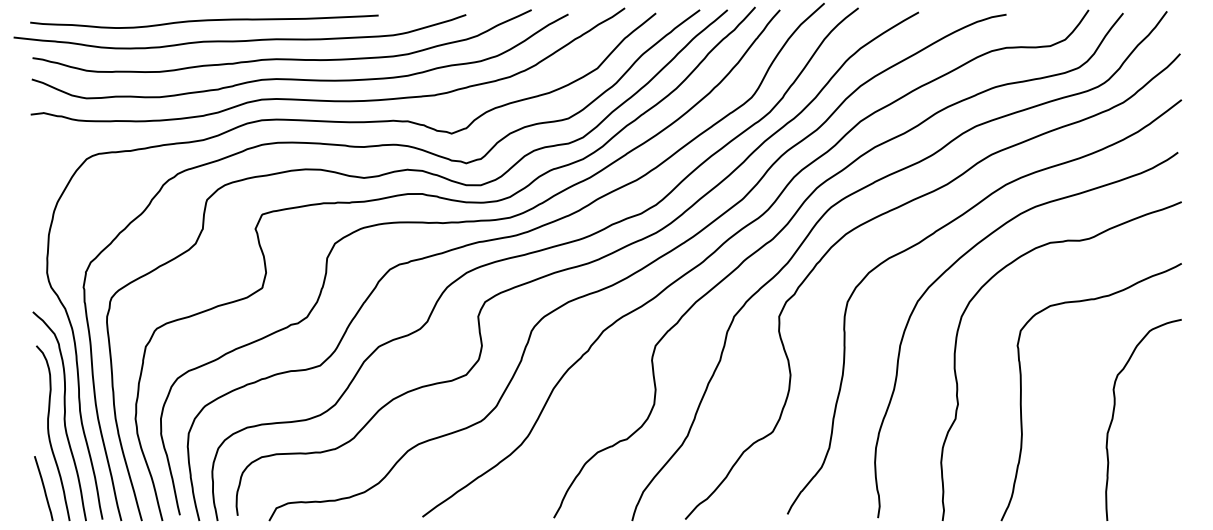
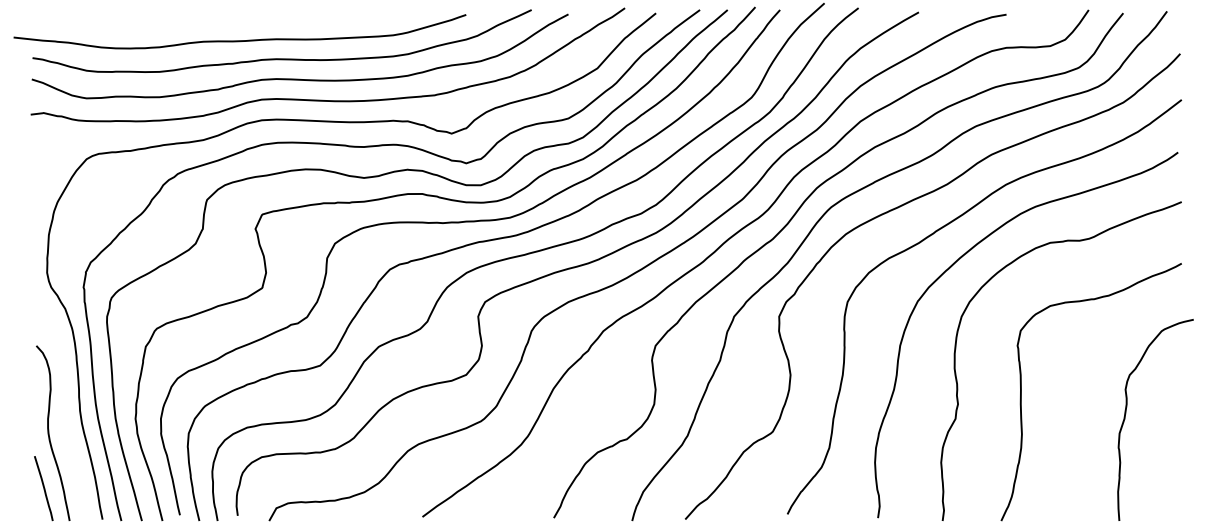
curve at (204, 21): present -> none
curve at (1114, 413) position: (1114, 413) -> (1126, 413)
curve at (63, 416): present -> none
